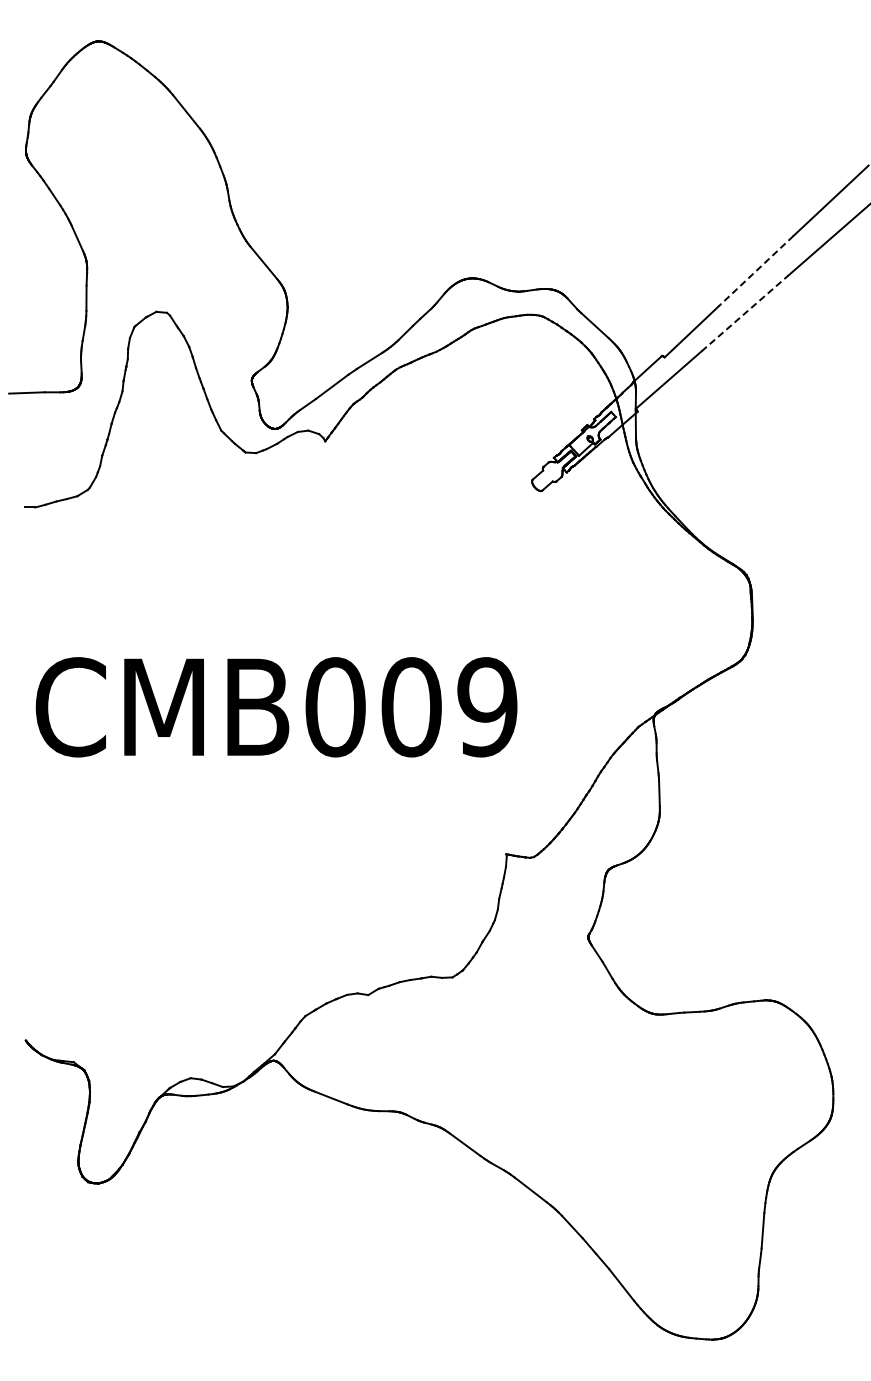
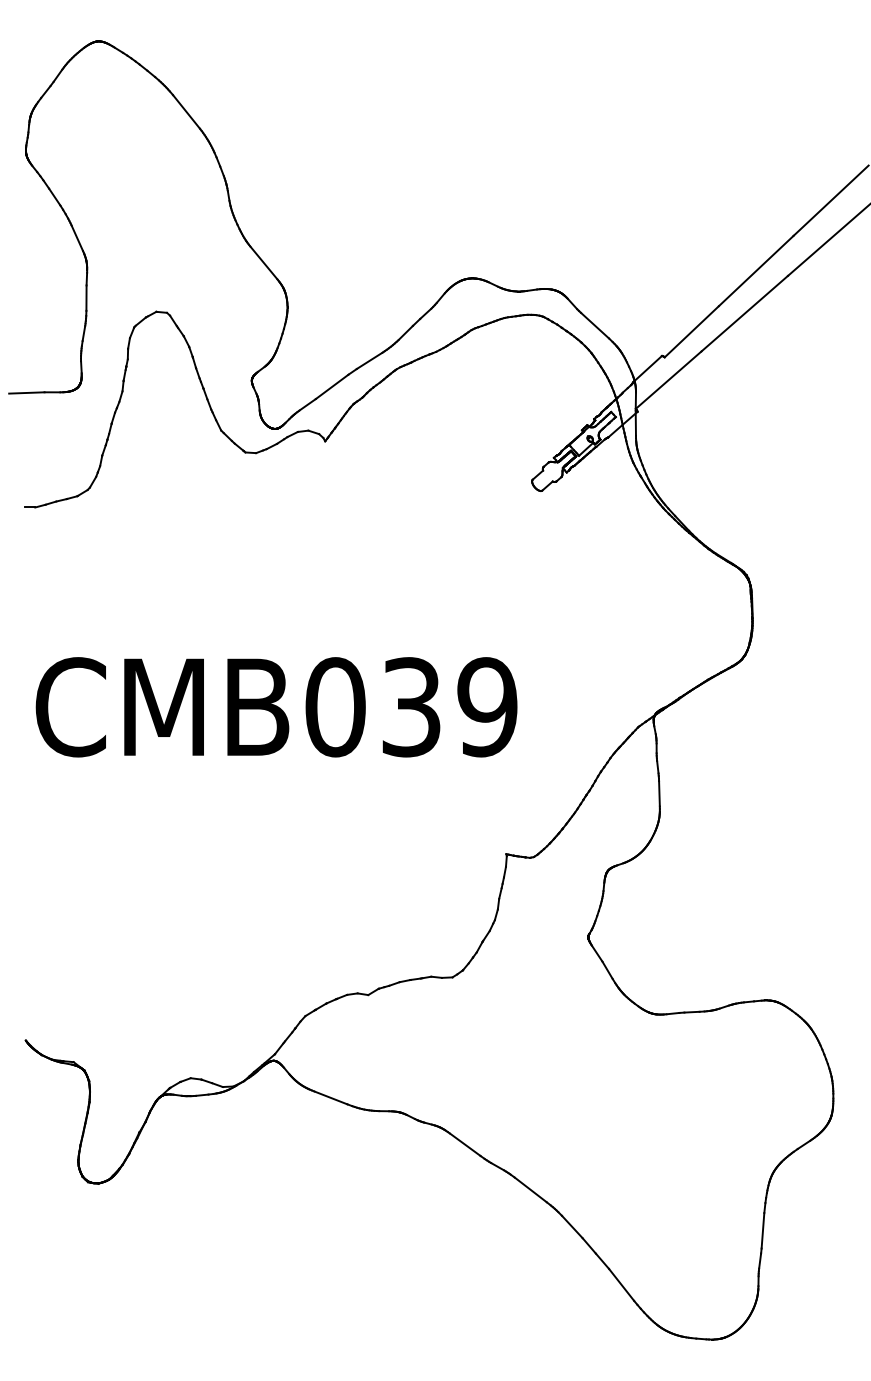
line at (755, 271): dashed -> solid
line at (745, 313): dashed -> solid
text at (411, 707): CMB009 -> CMB039
